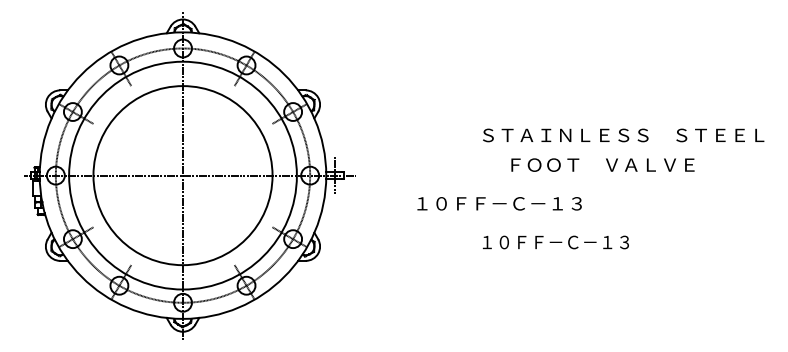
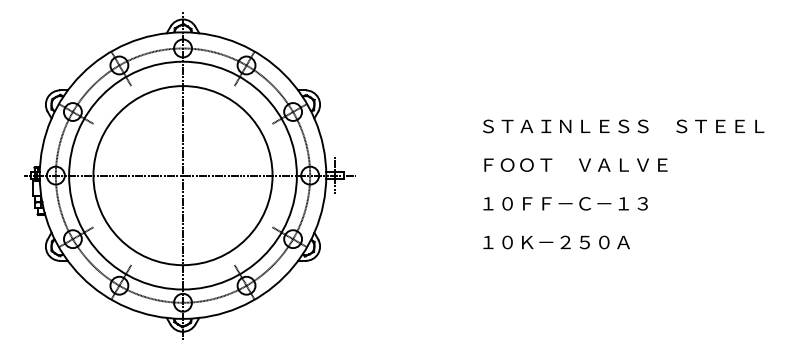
text at (623, 135) position: (623, 135) -> (623, 126)
text at (602, 164) position: (602, 164) -> (575, 164)
text at (499, 203) position: (499, 203) -> (565, 203)
text at (555, 242): １０ＦＦ－Ｃ－１３ -> １０Ｋ－２５０Ａ
